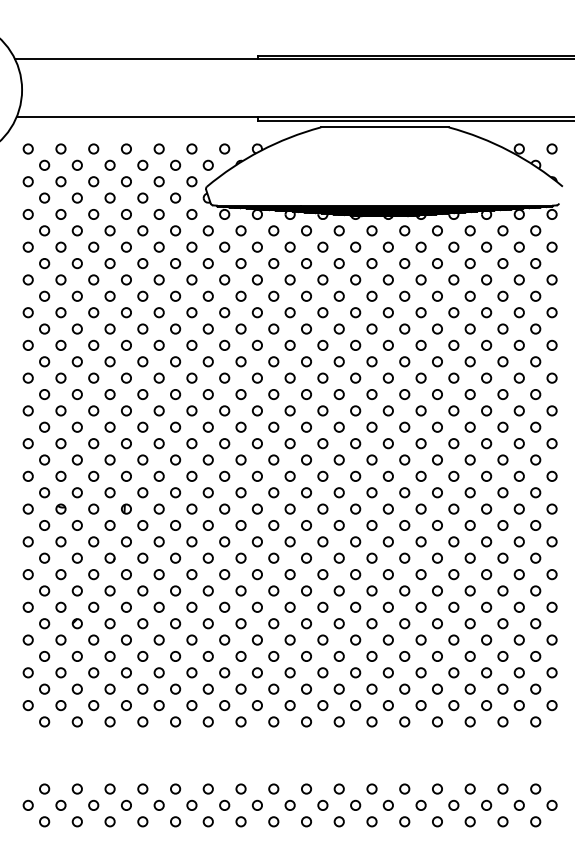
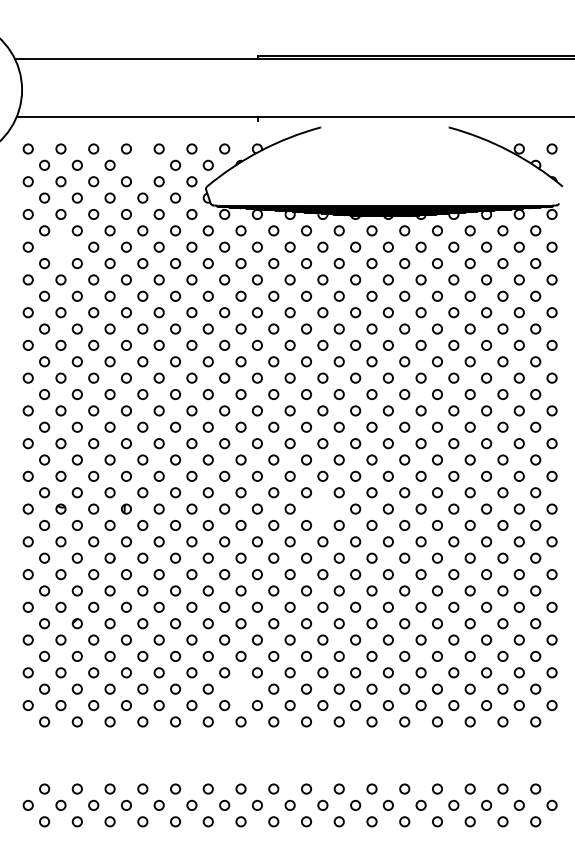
line at (414, 121): present -> none
line at (384, 127): present -> none
circle at (142, 164): present -> none
circle at (60, 246): present -> none
circle at (322, 508): present -> none
circle at (240, 688): present -> none
